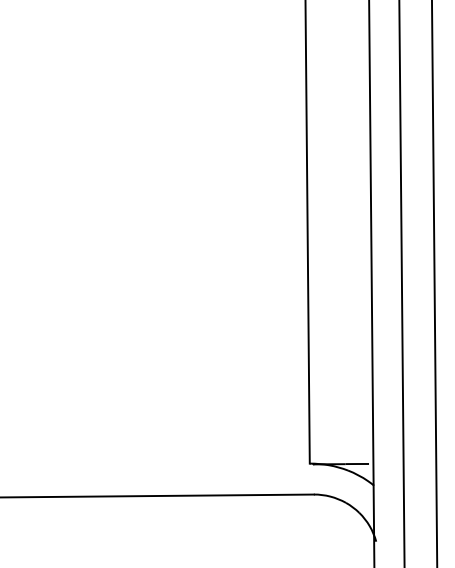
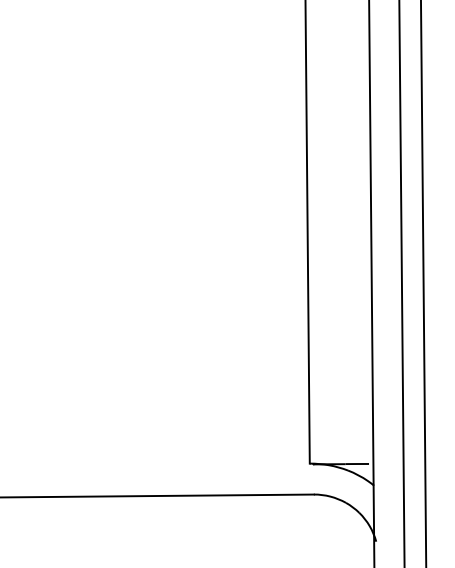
line at (434, 283) position: (434, 283) -> (423, 283)
